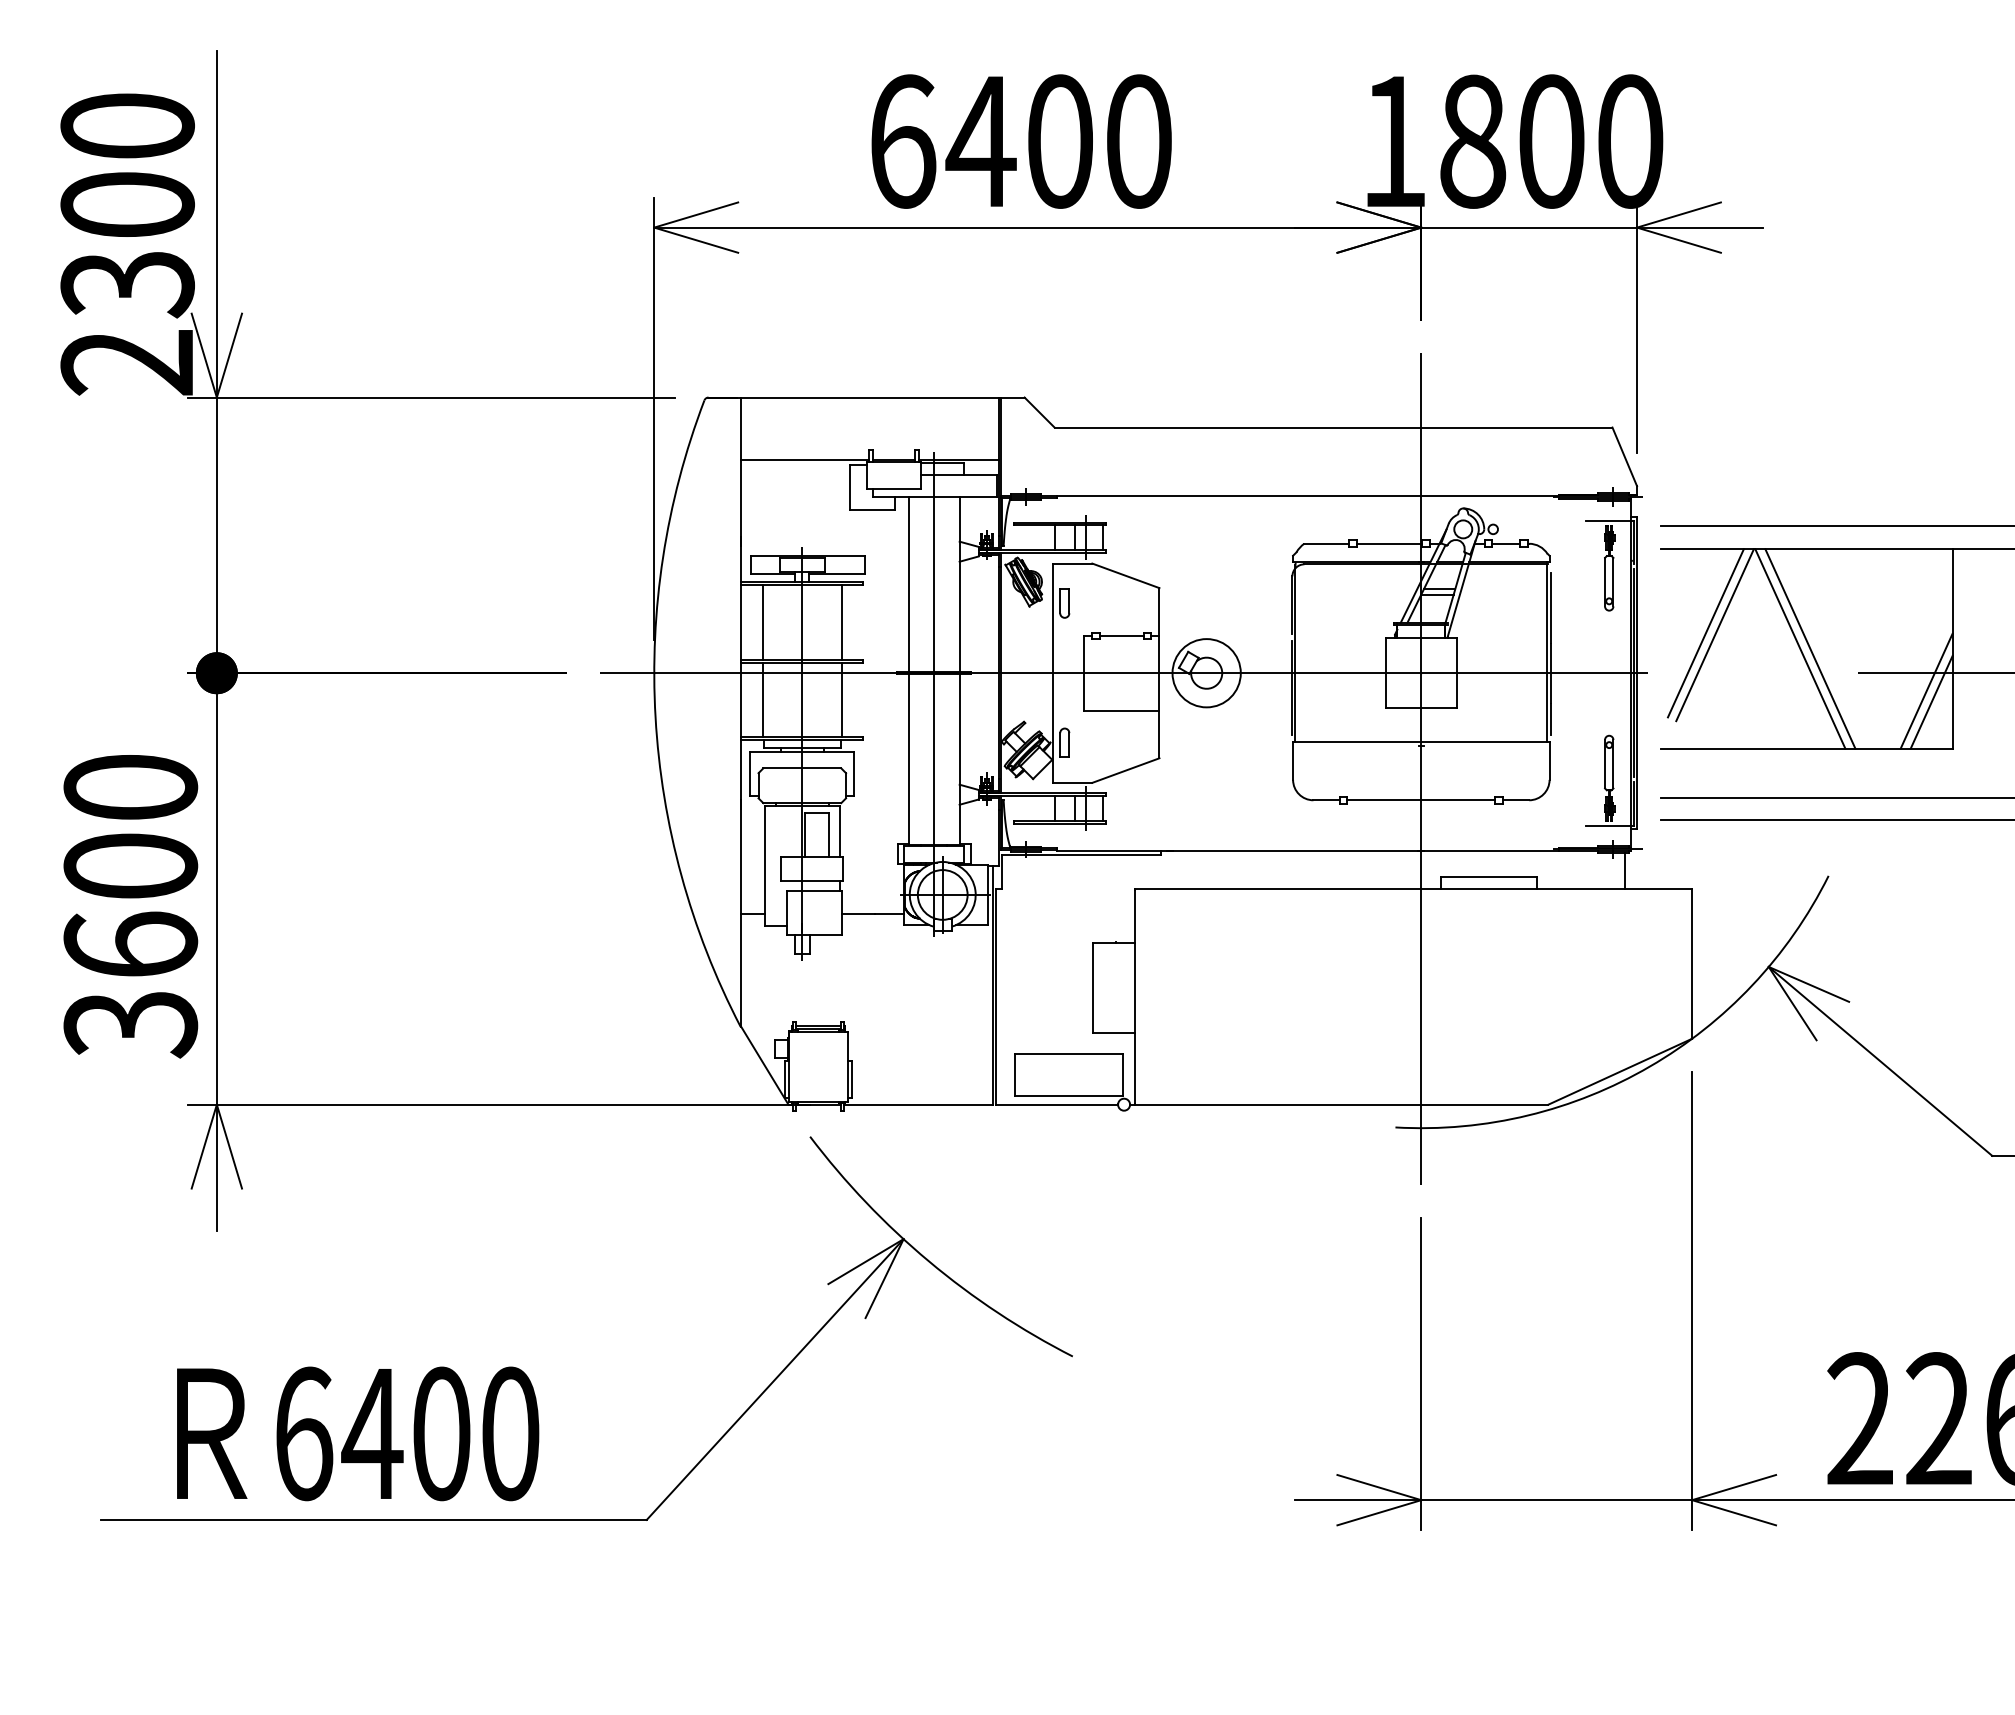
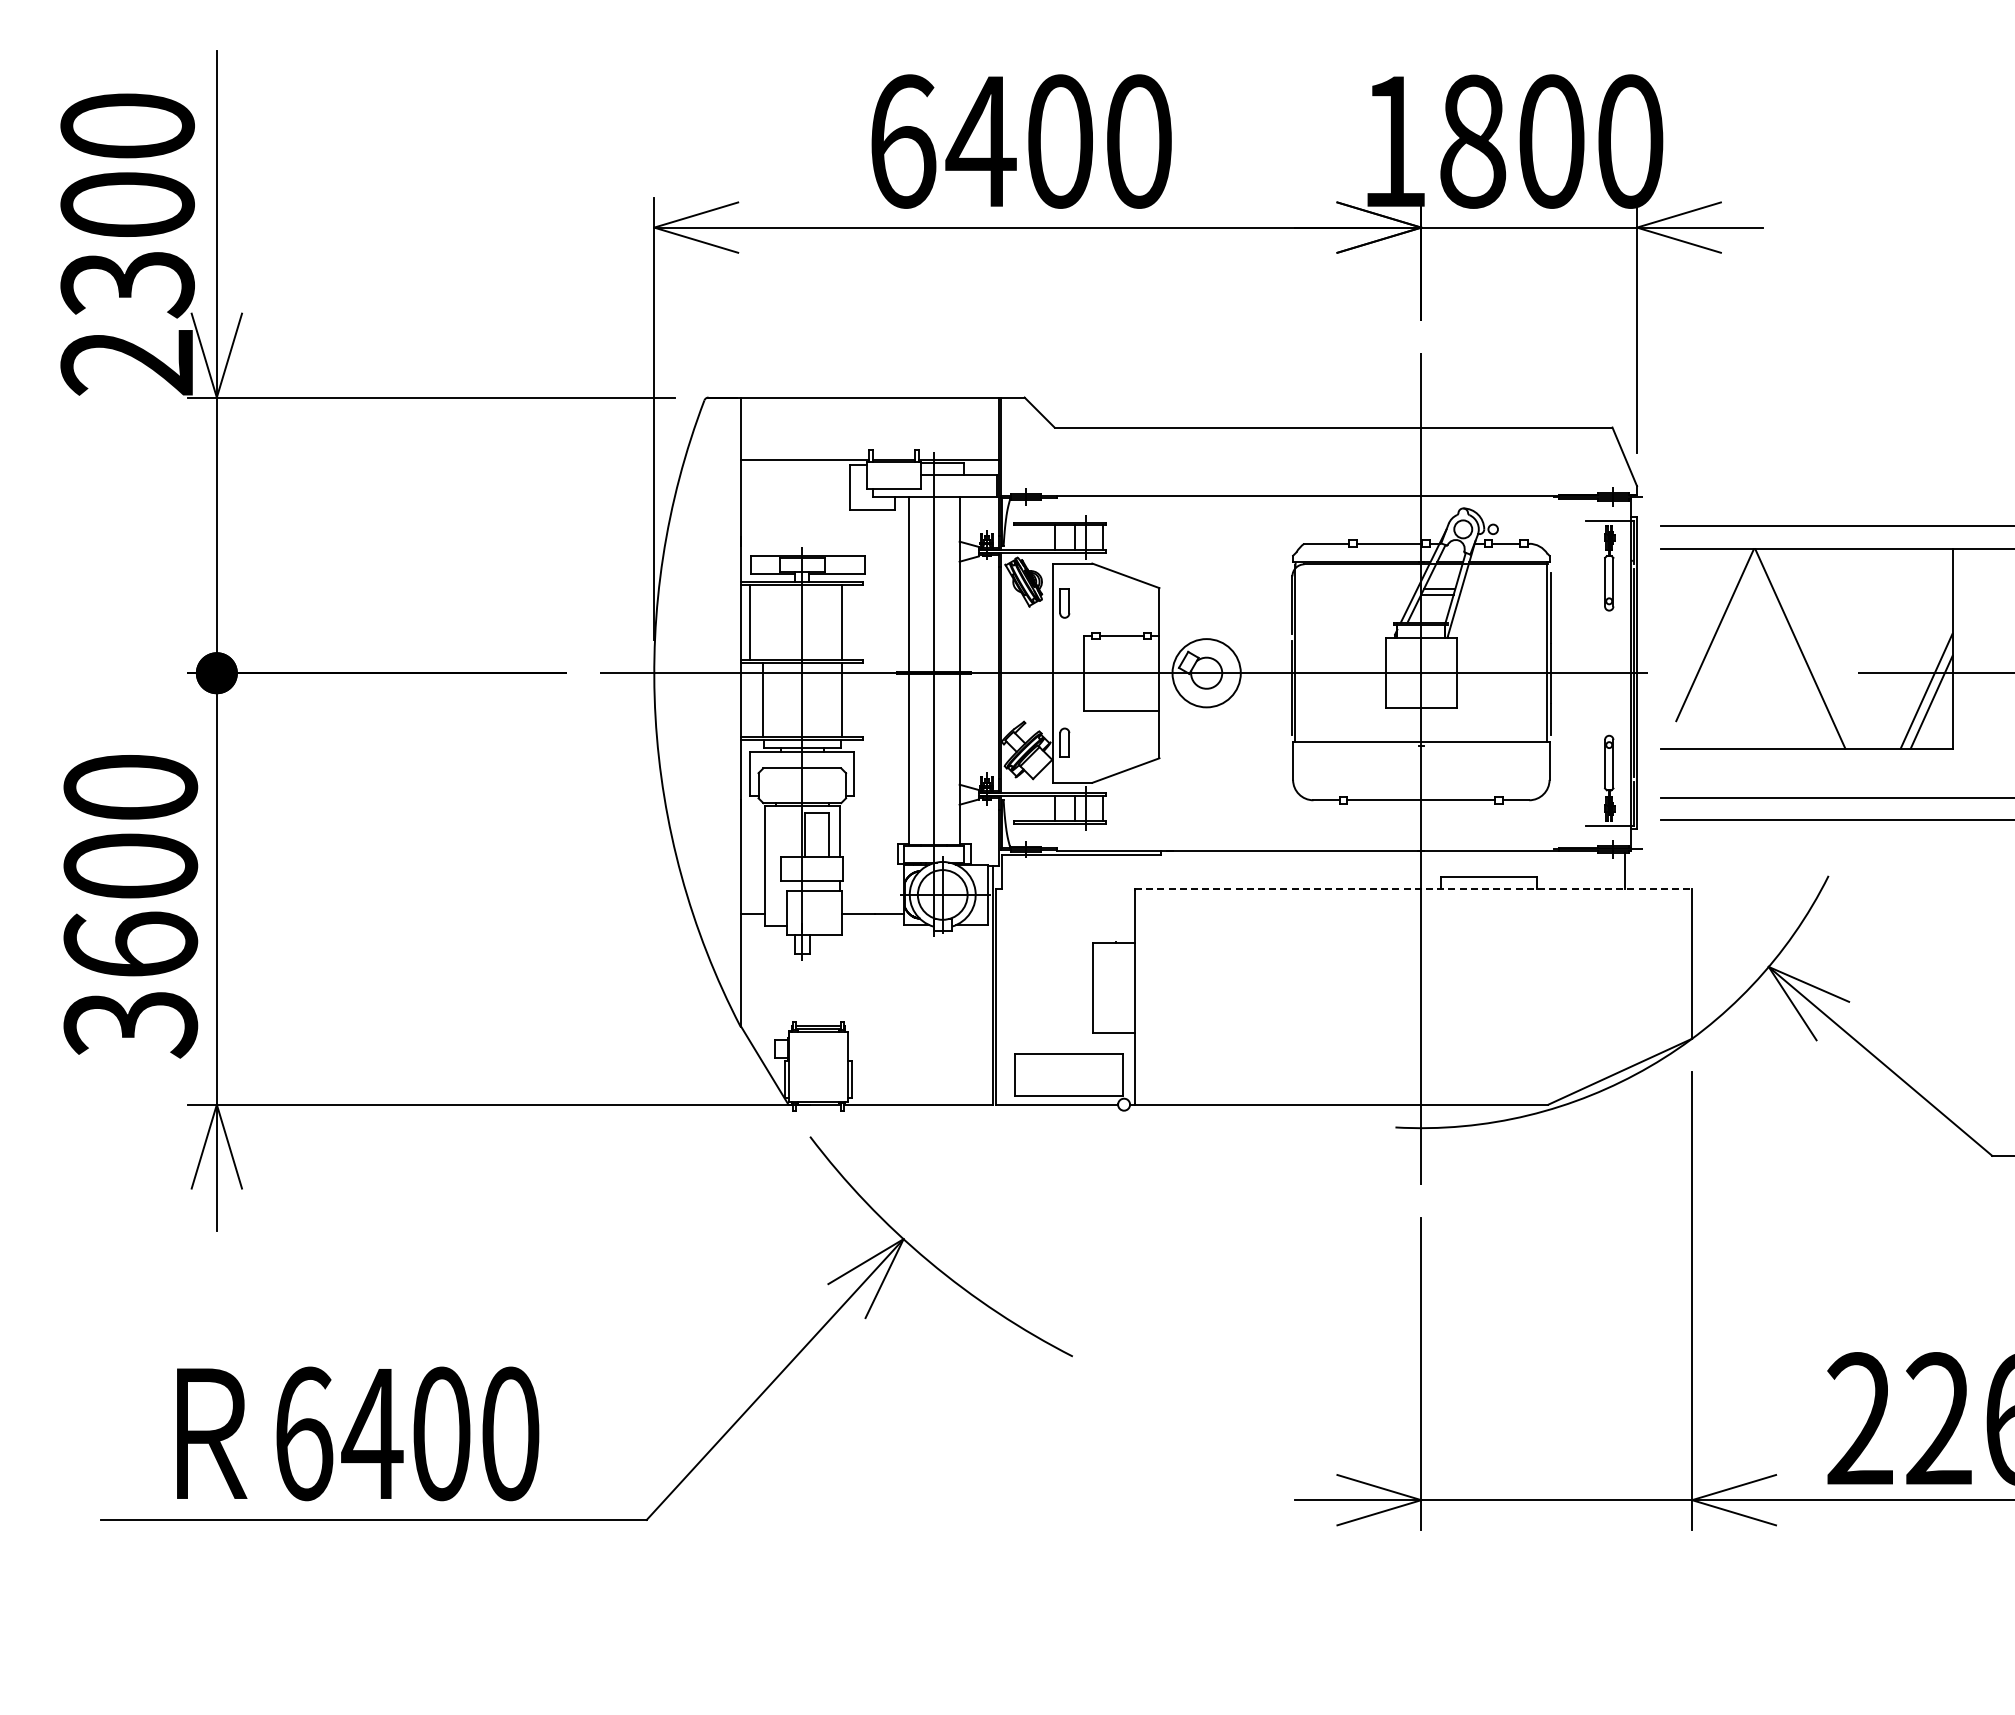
line at (762, 622) position: (762, 622) -> (749, 622)
line at (1705, 633): present -> none
line at (1810, 648): present -> none
line at (1413, 888): solid -> dashed
